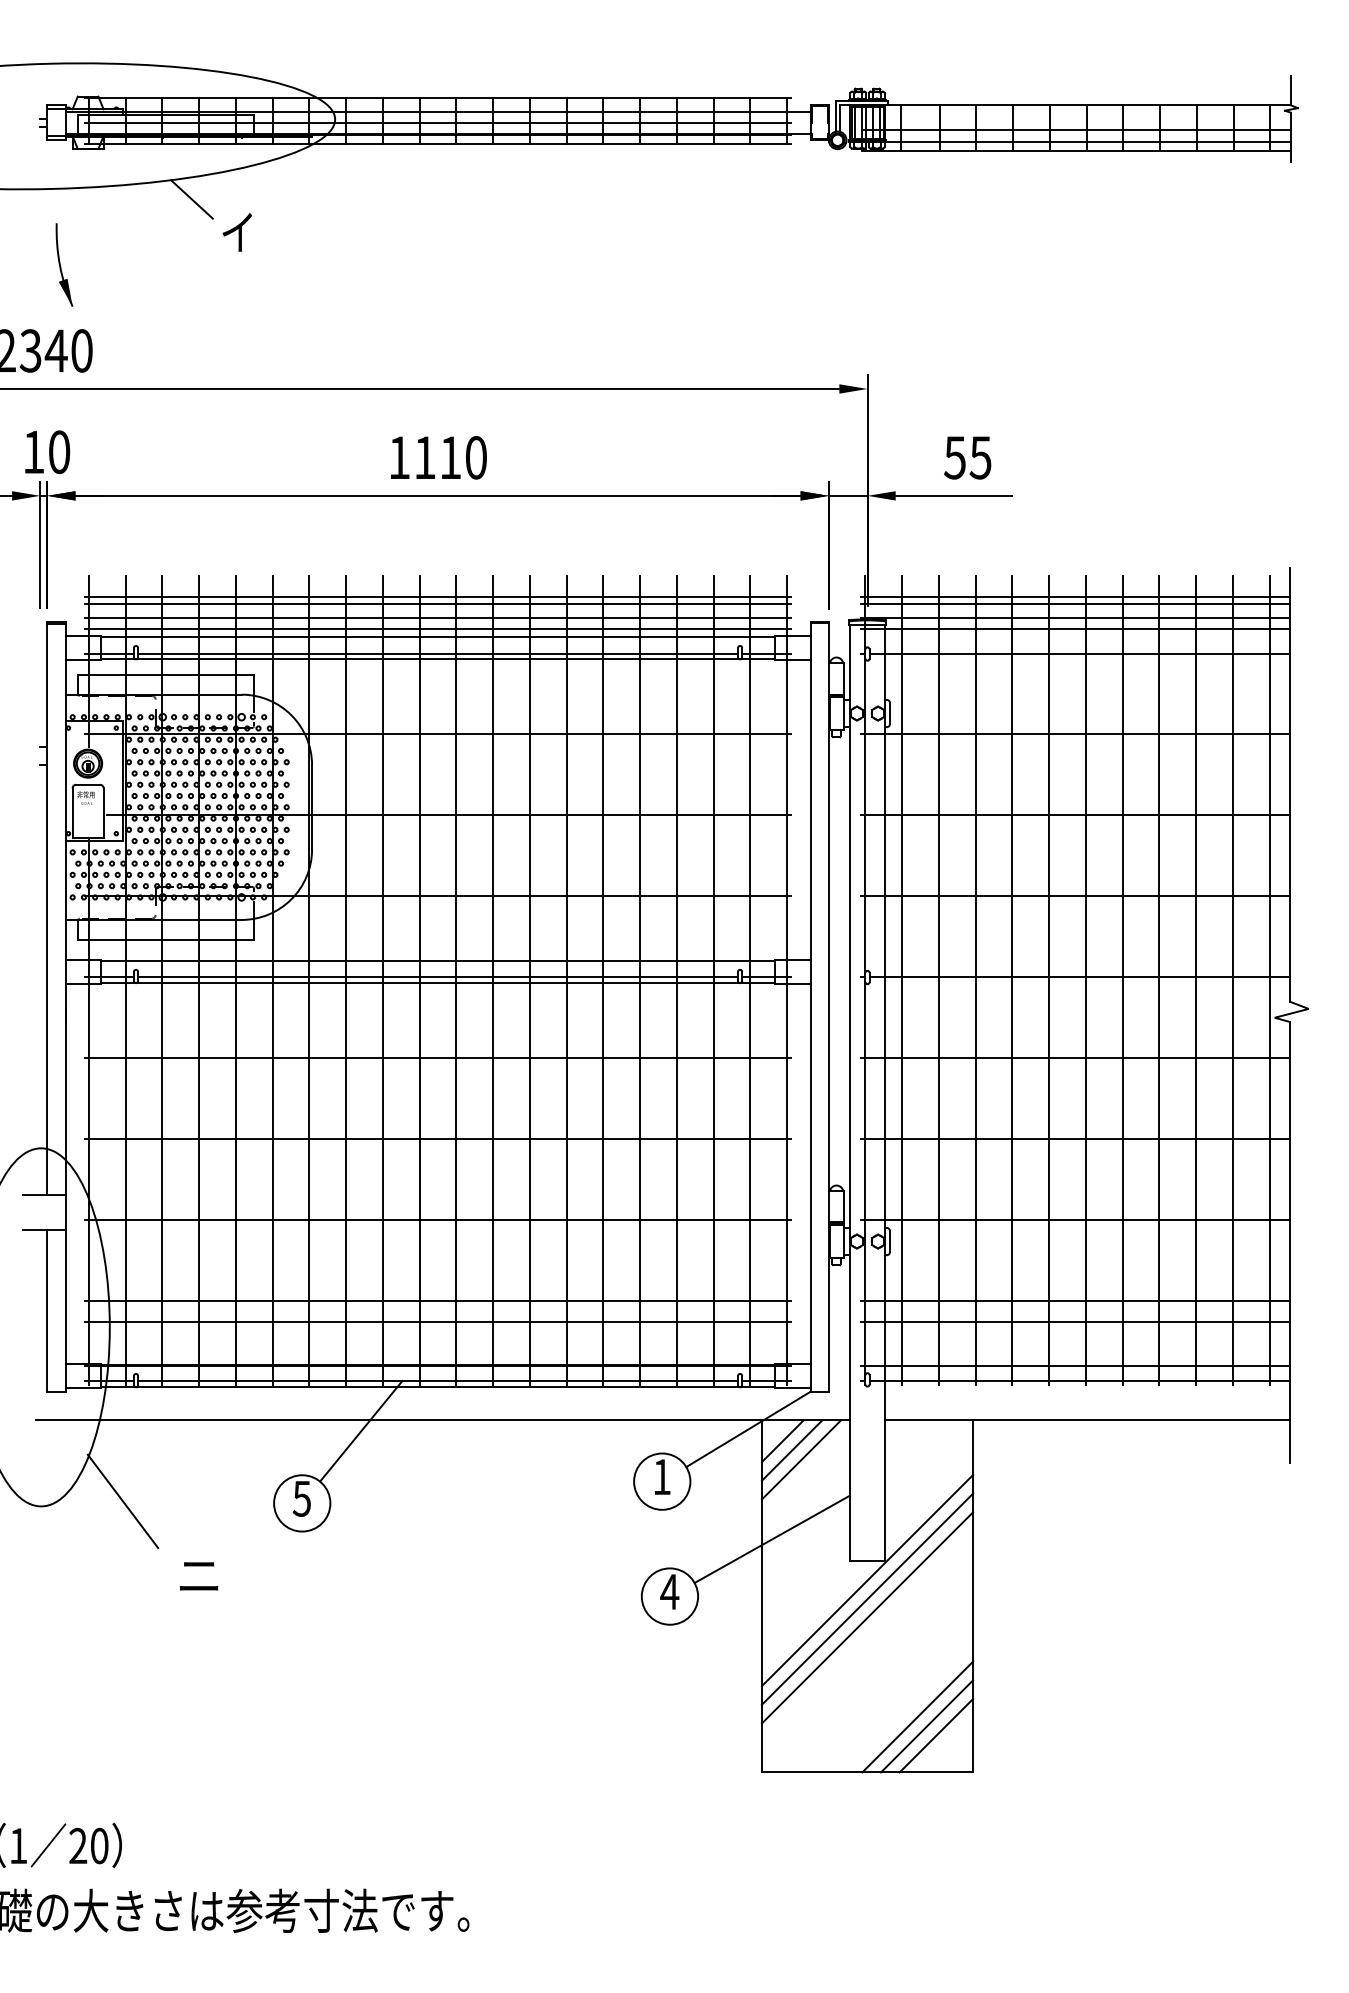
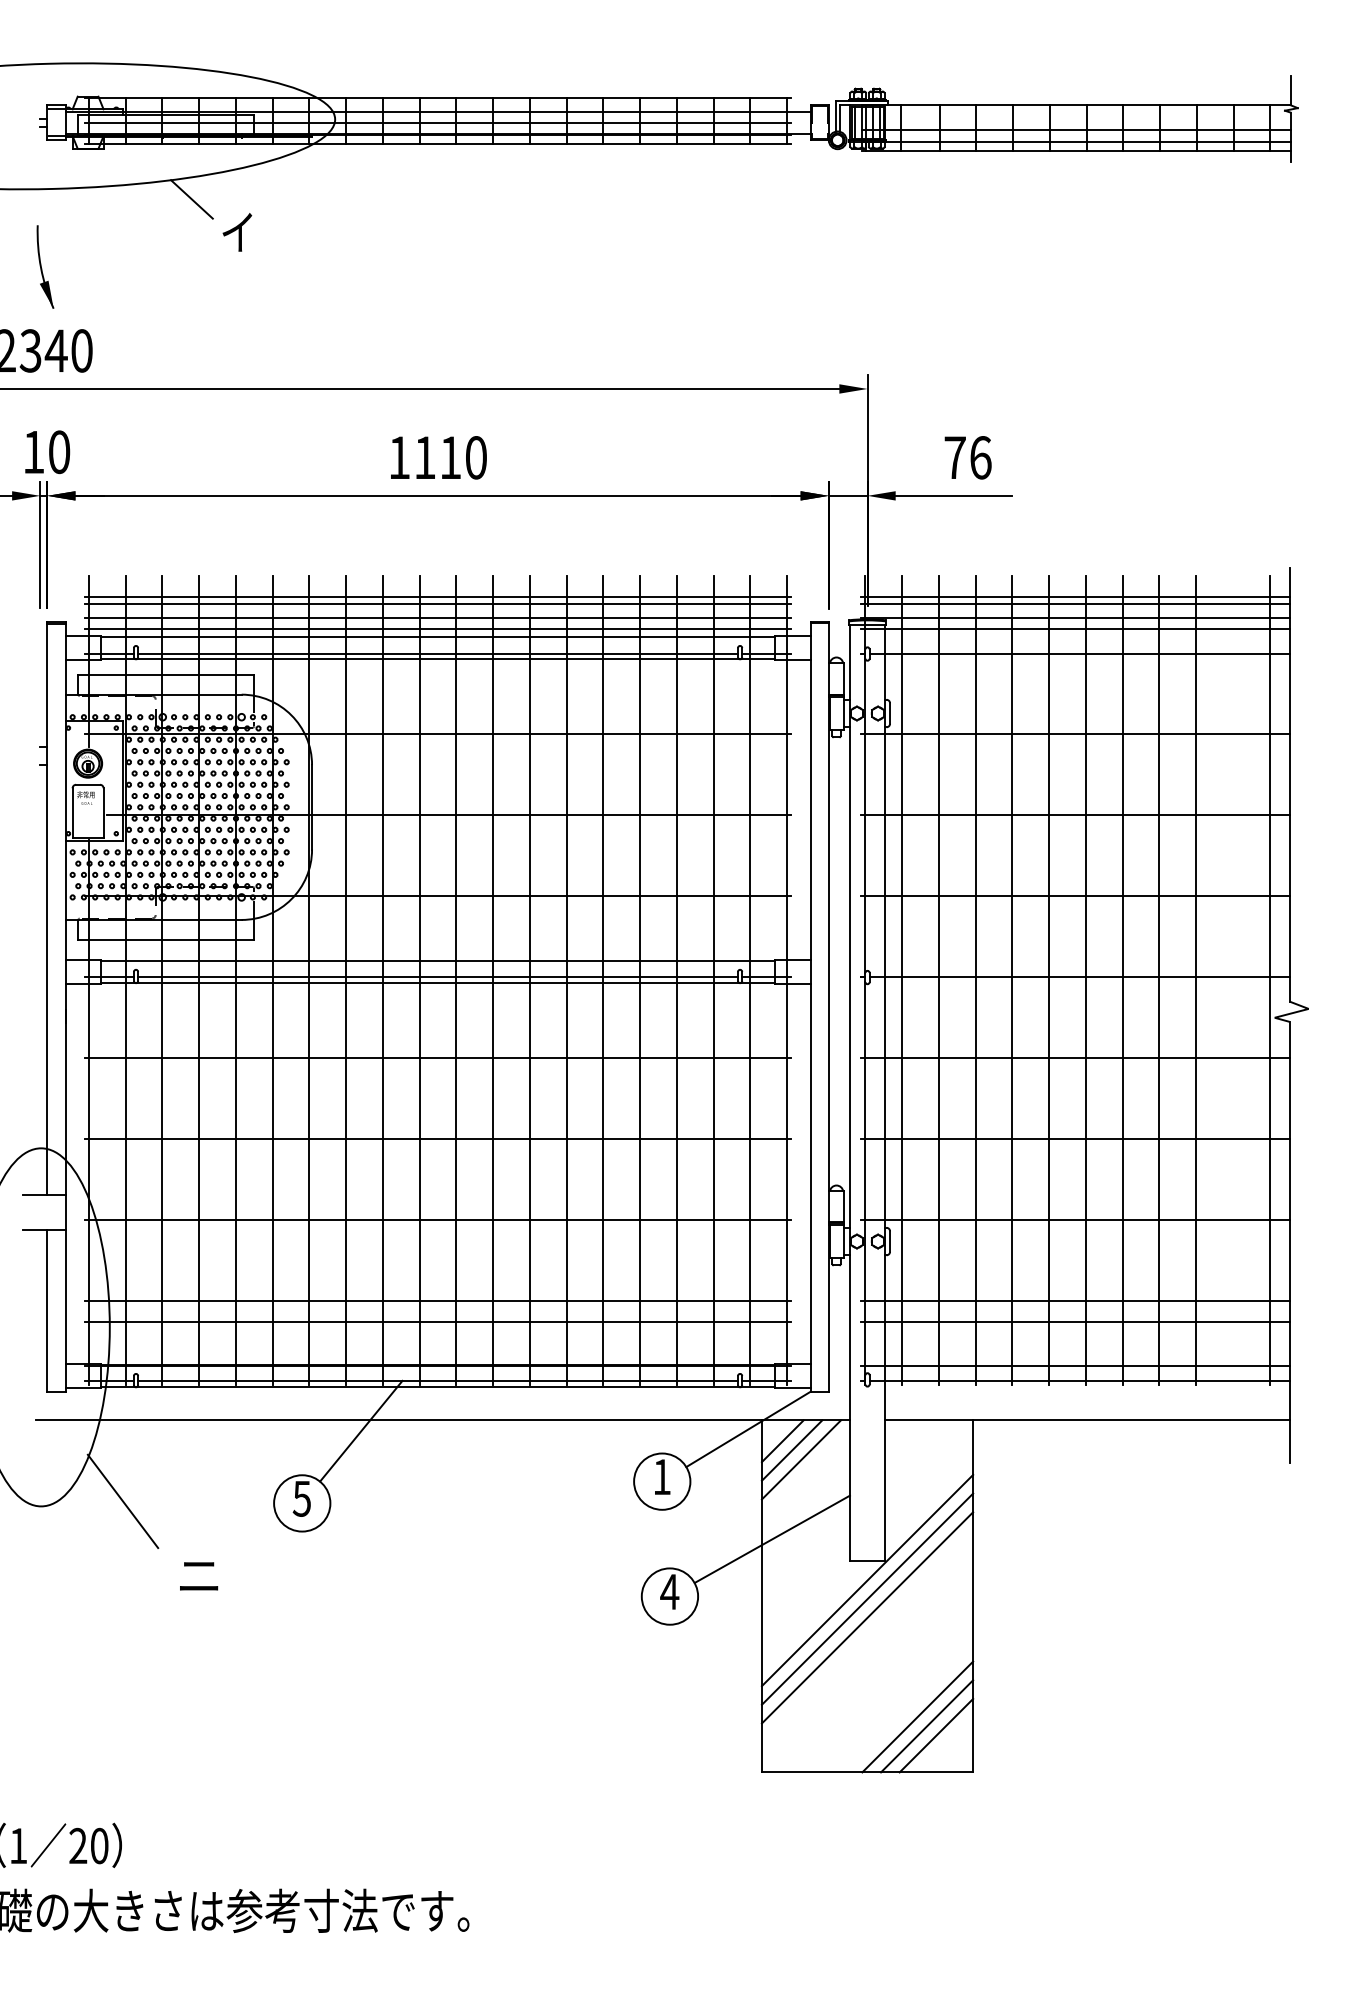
part at (64, 264) position: (64, 264) -> (45, 266)
text at (967, 457): 55 -> 76
line at (1232, 980): present -> none
